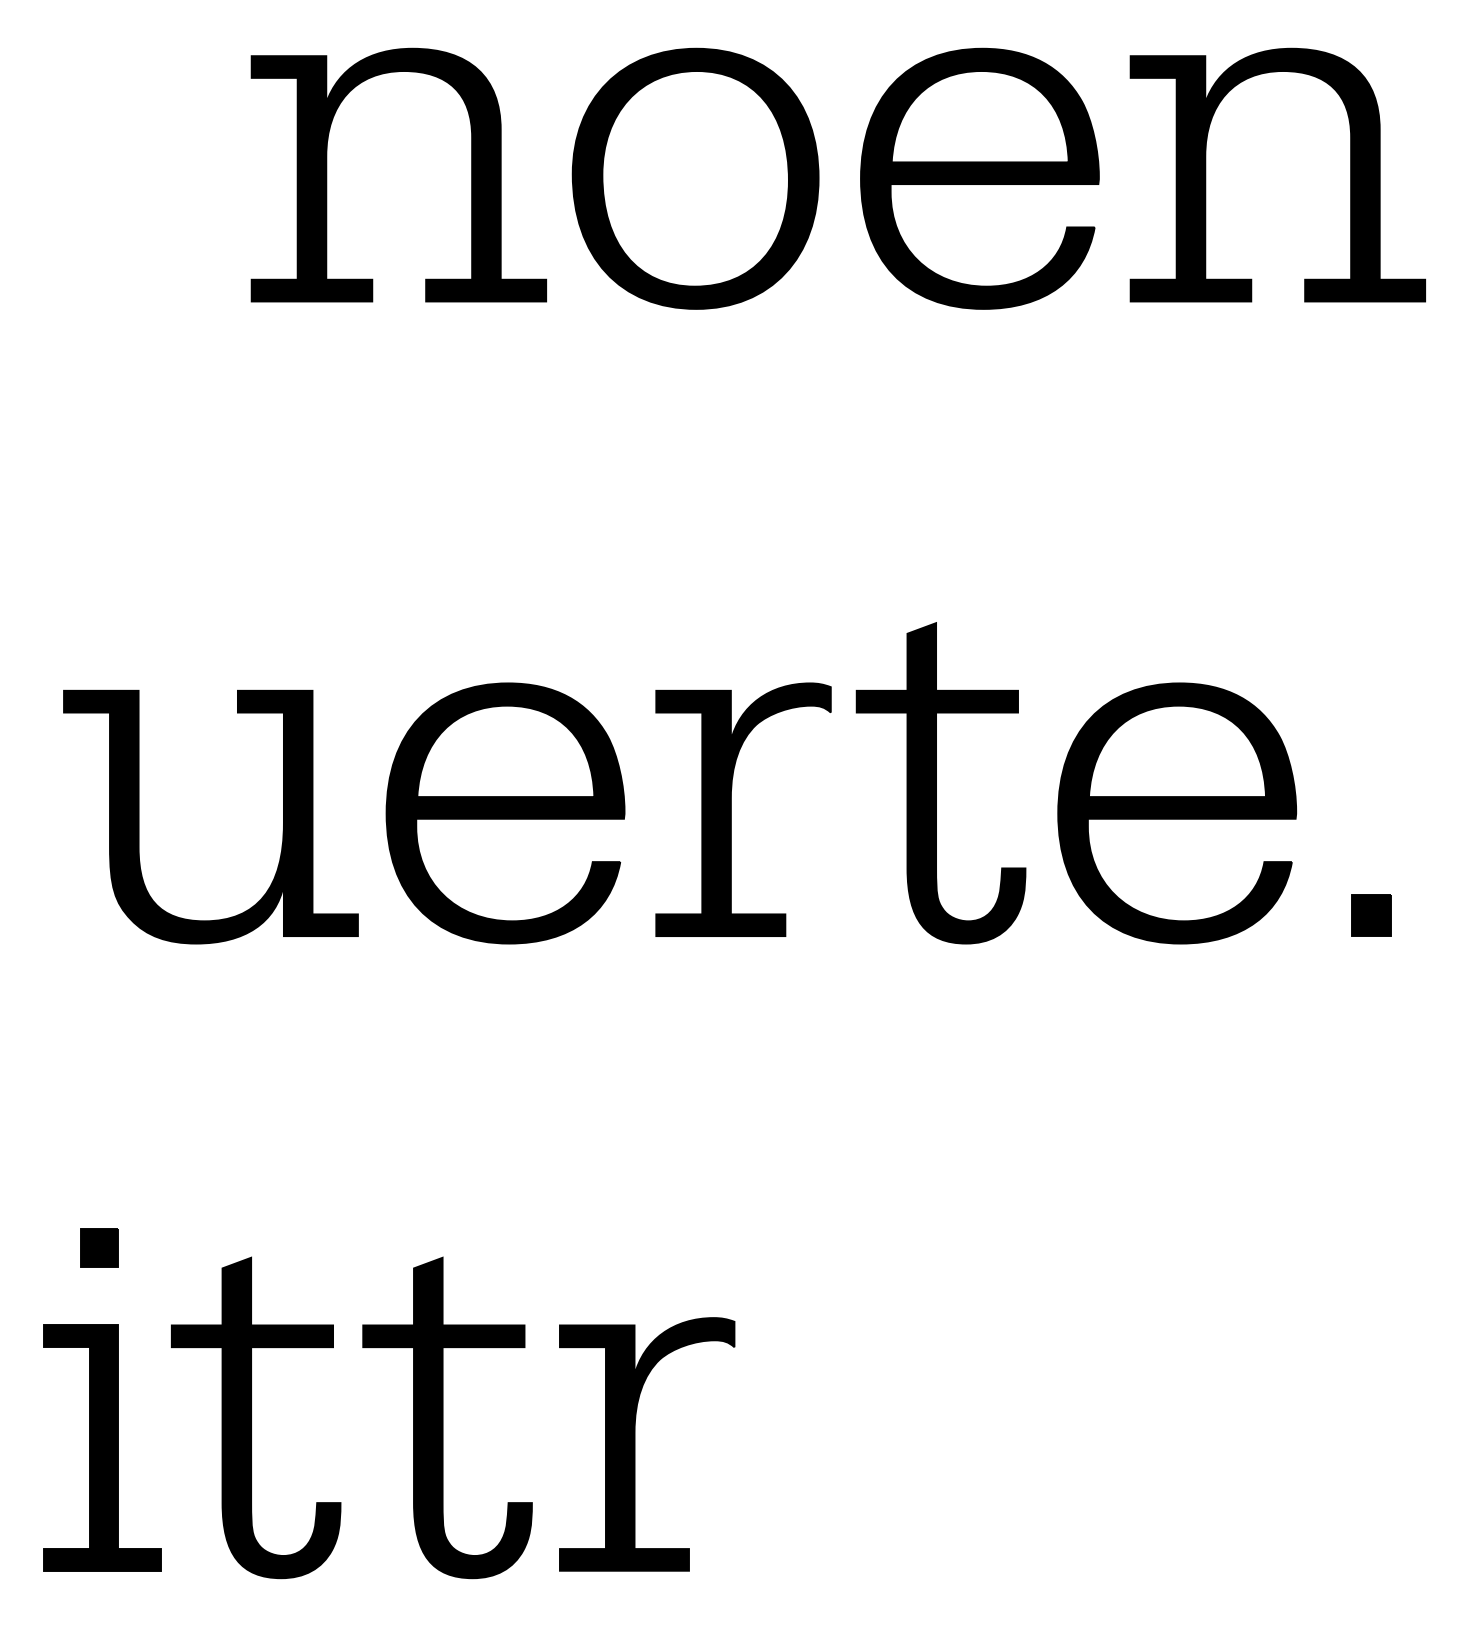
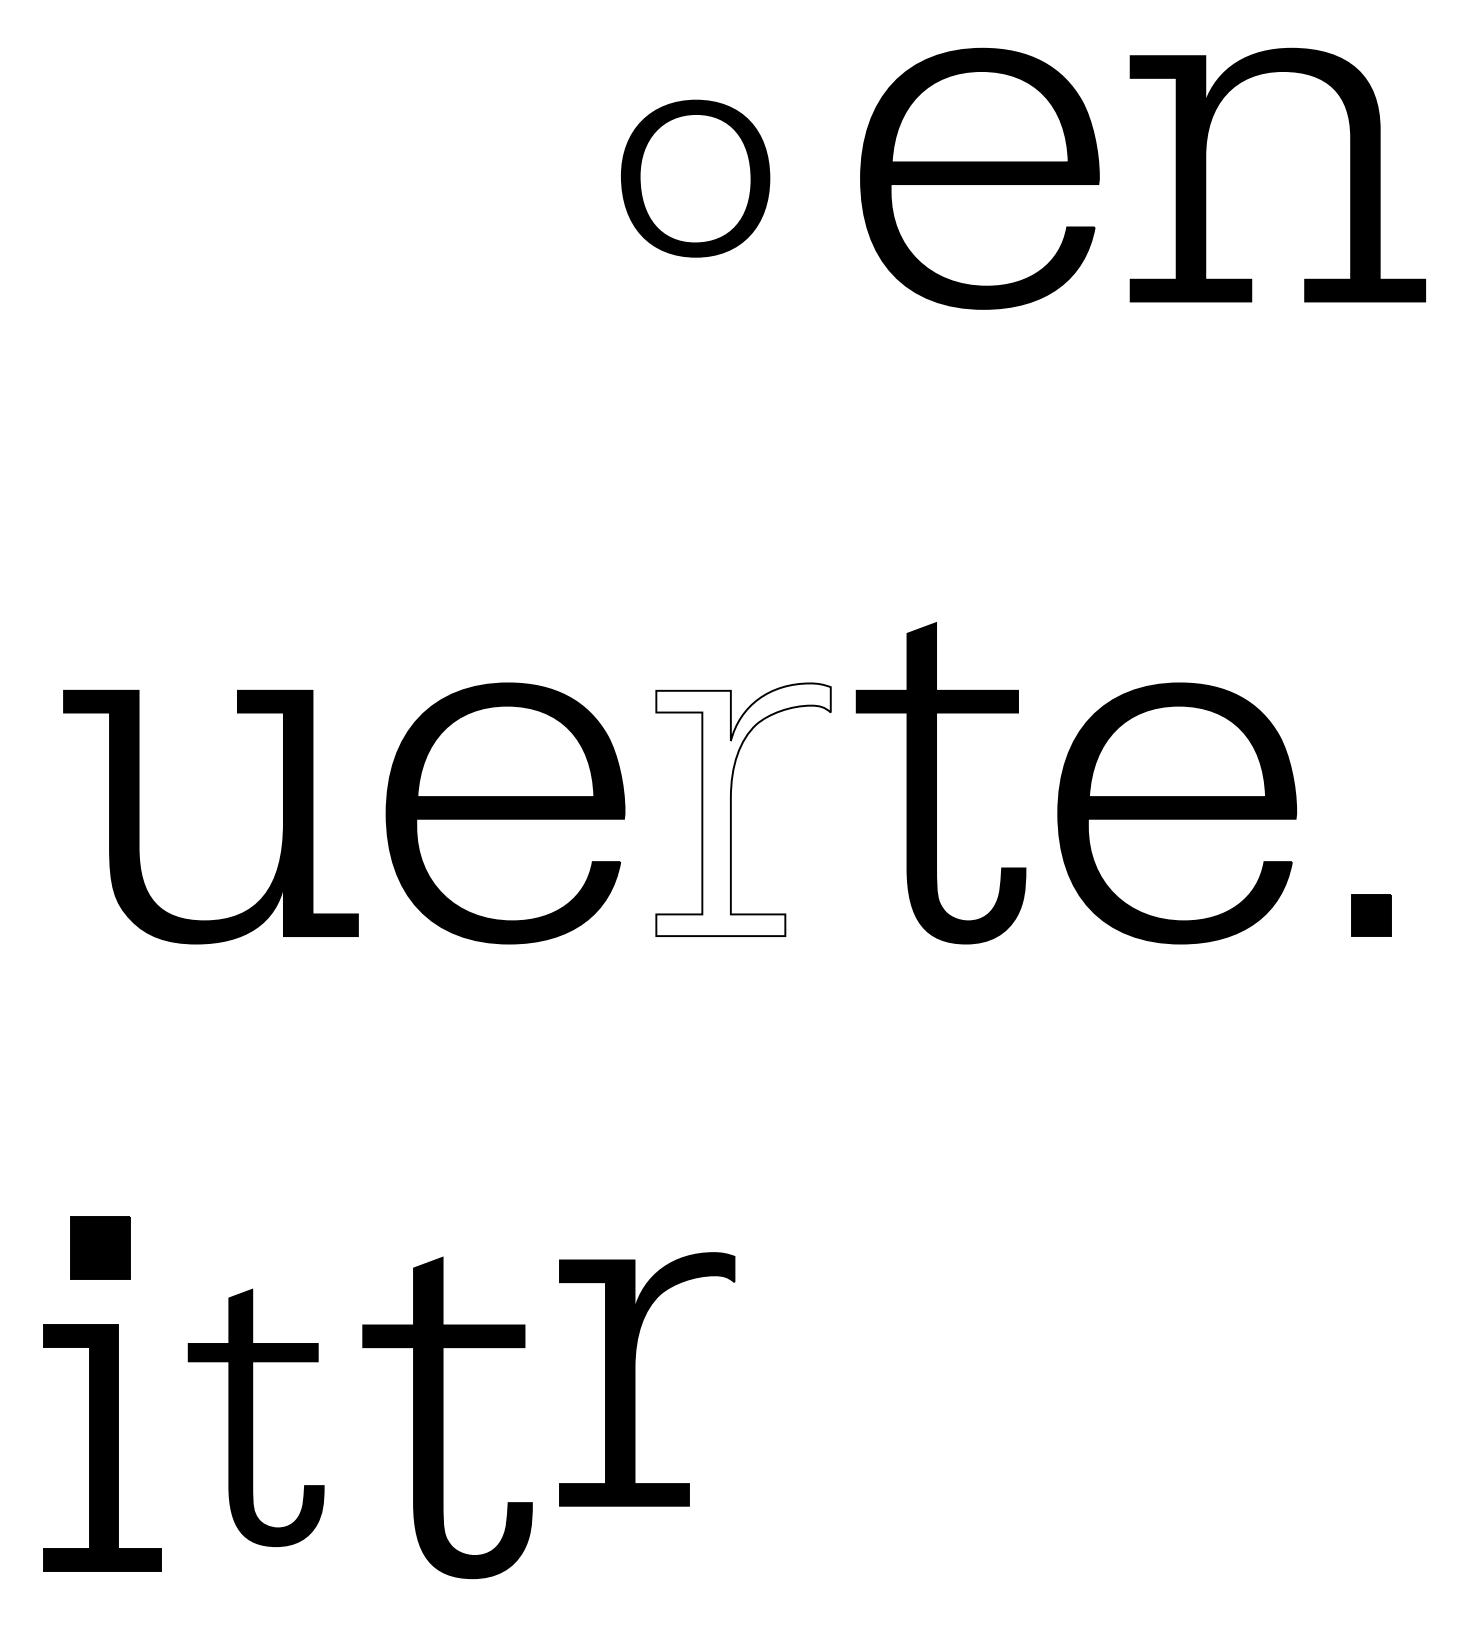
part at (327, 174): present -> none
part at (695, 178) size: 249x263 px -> 150x159 px
fill at (743, 809): present -> none
part at (99, 1247) size: 39x40 px -> 61x64 px
part at (256, 1417) size: 171x324 px -> 138x259 px
part at (635, 1444) position: (635, 1444) -> (635, 1379)
